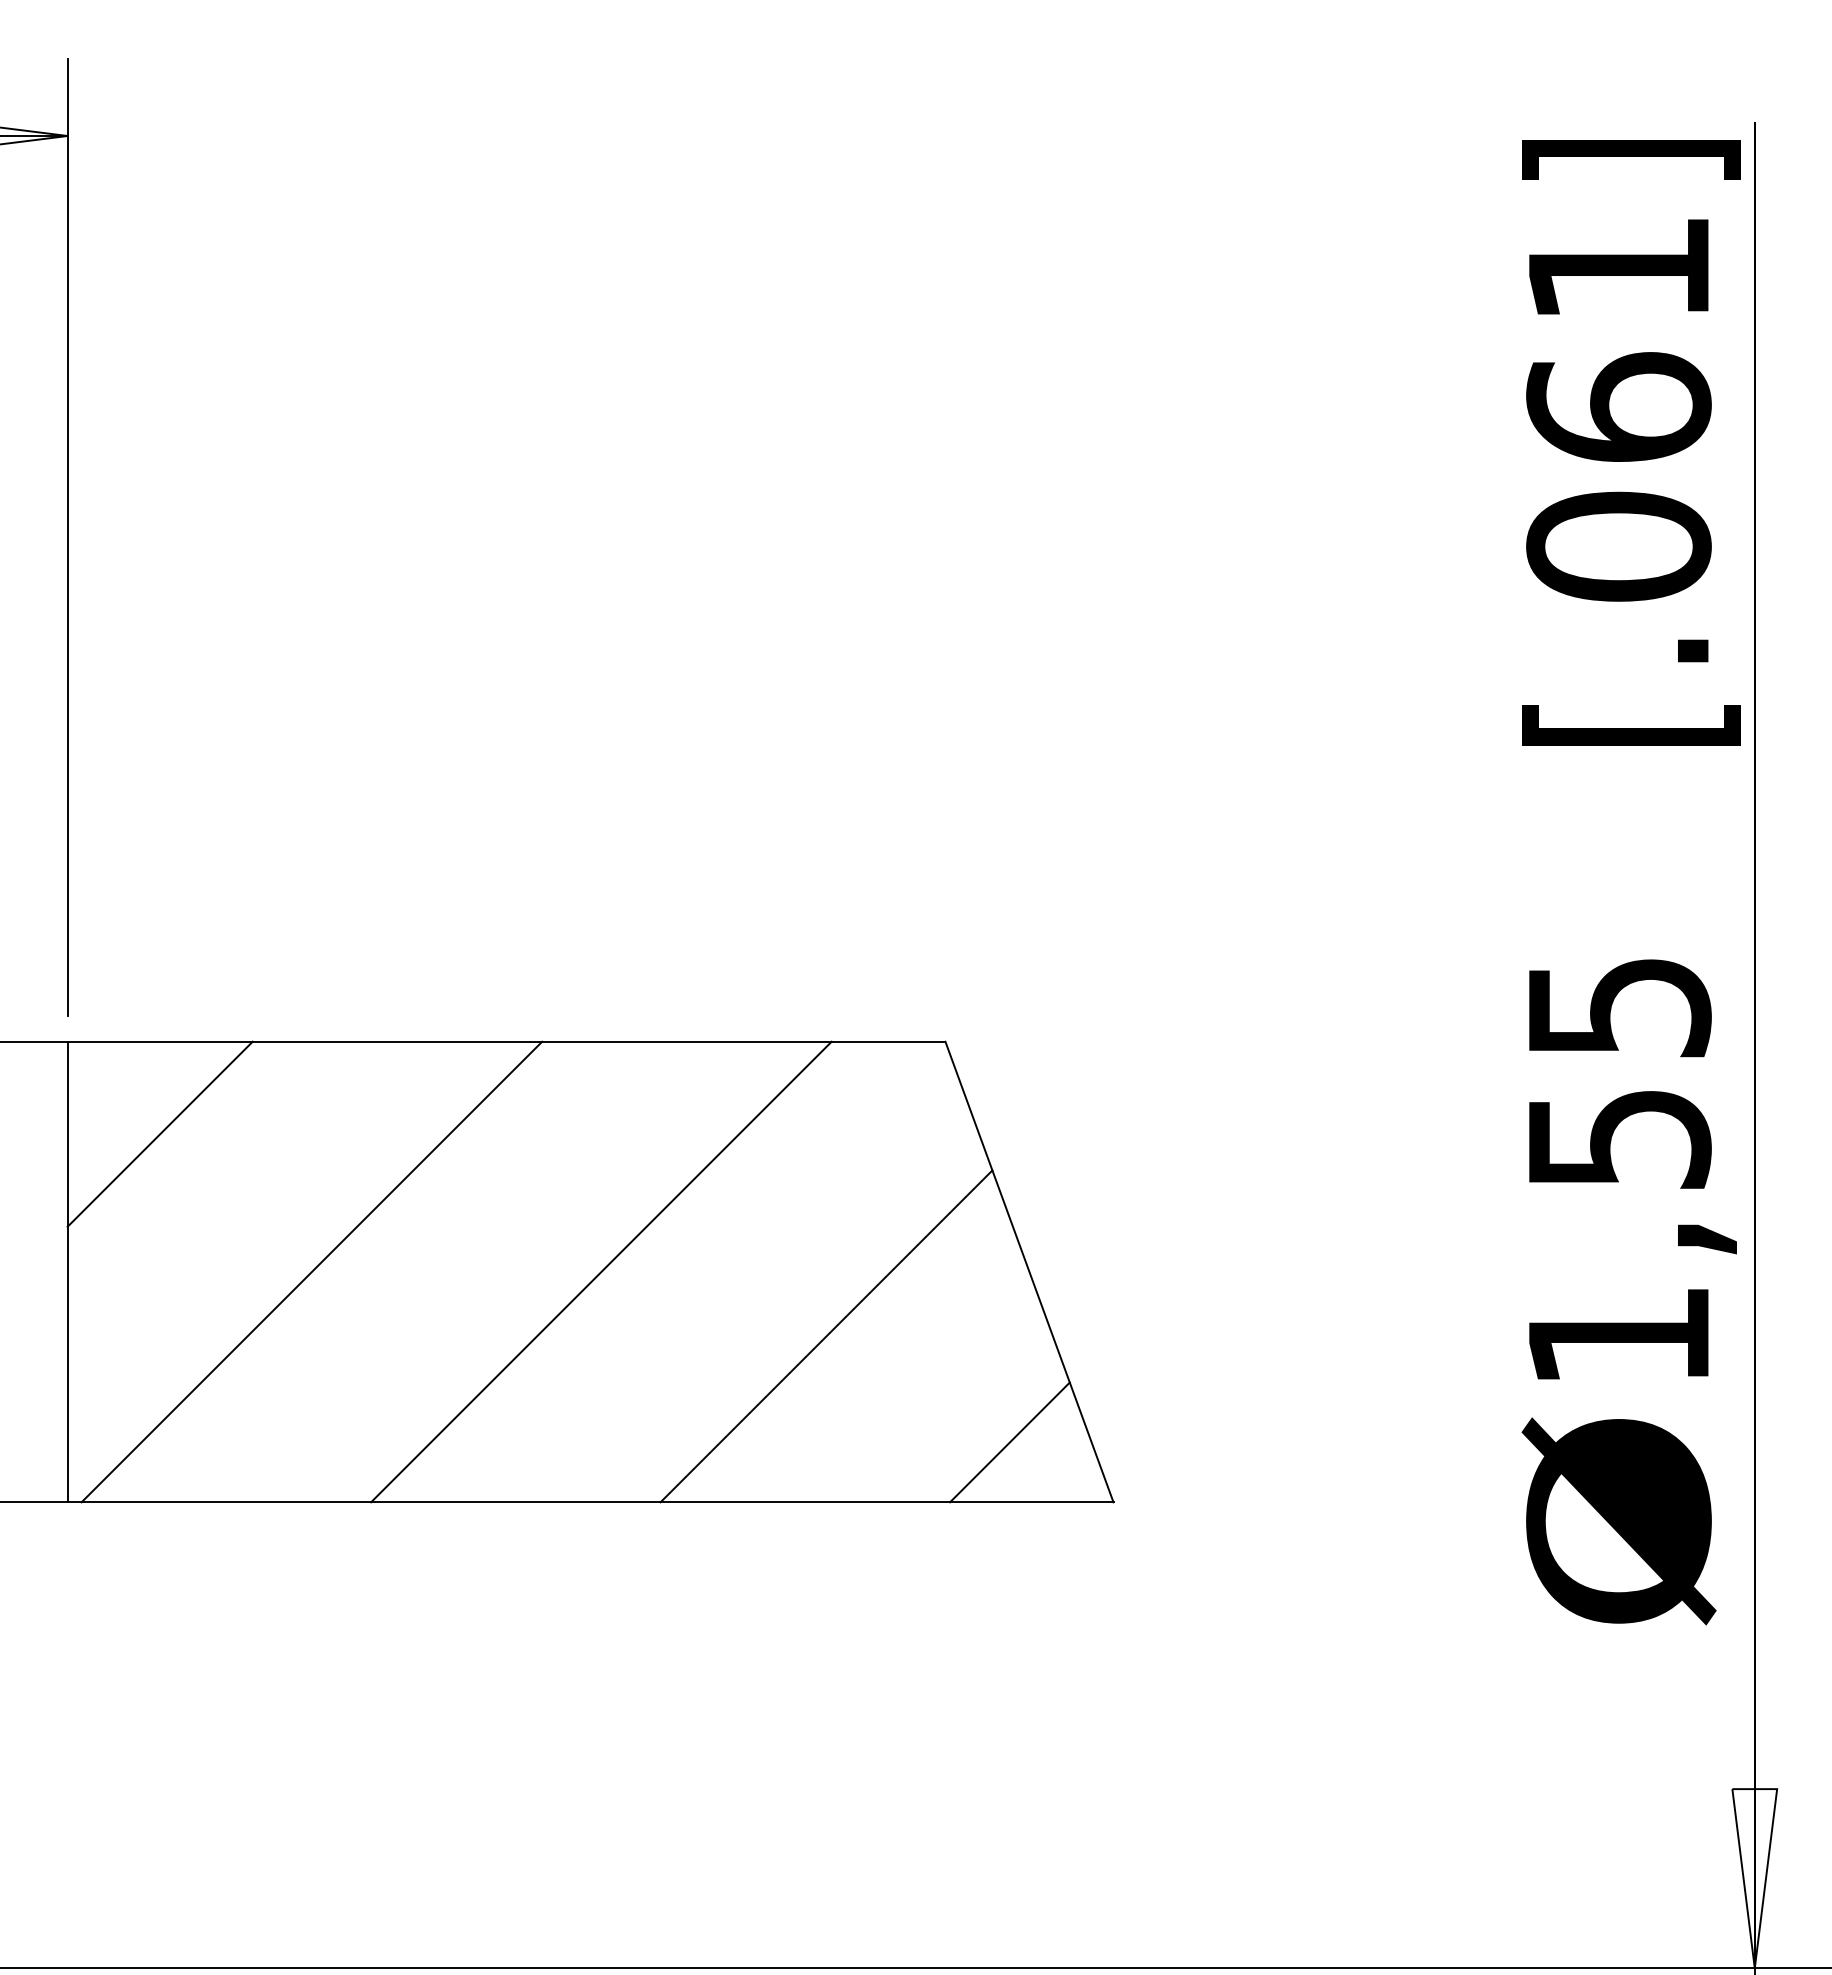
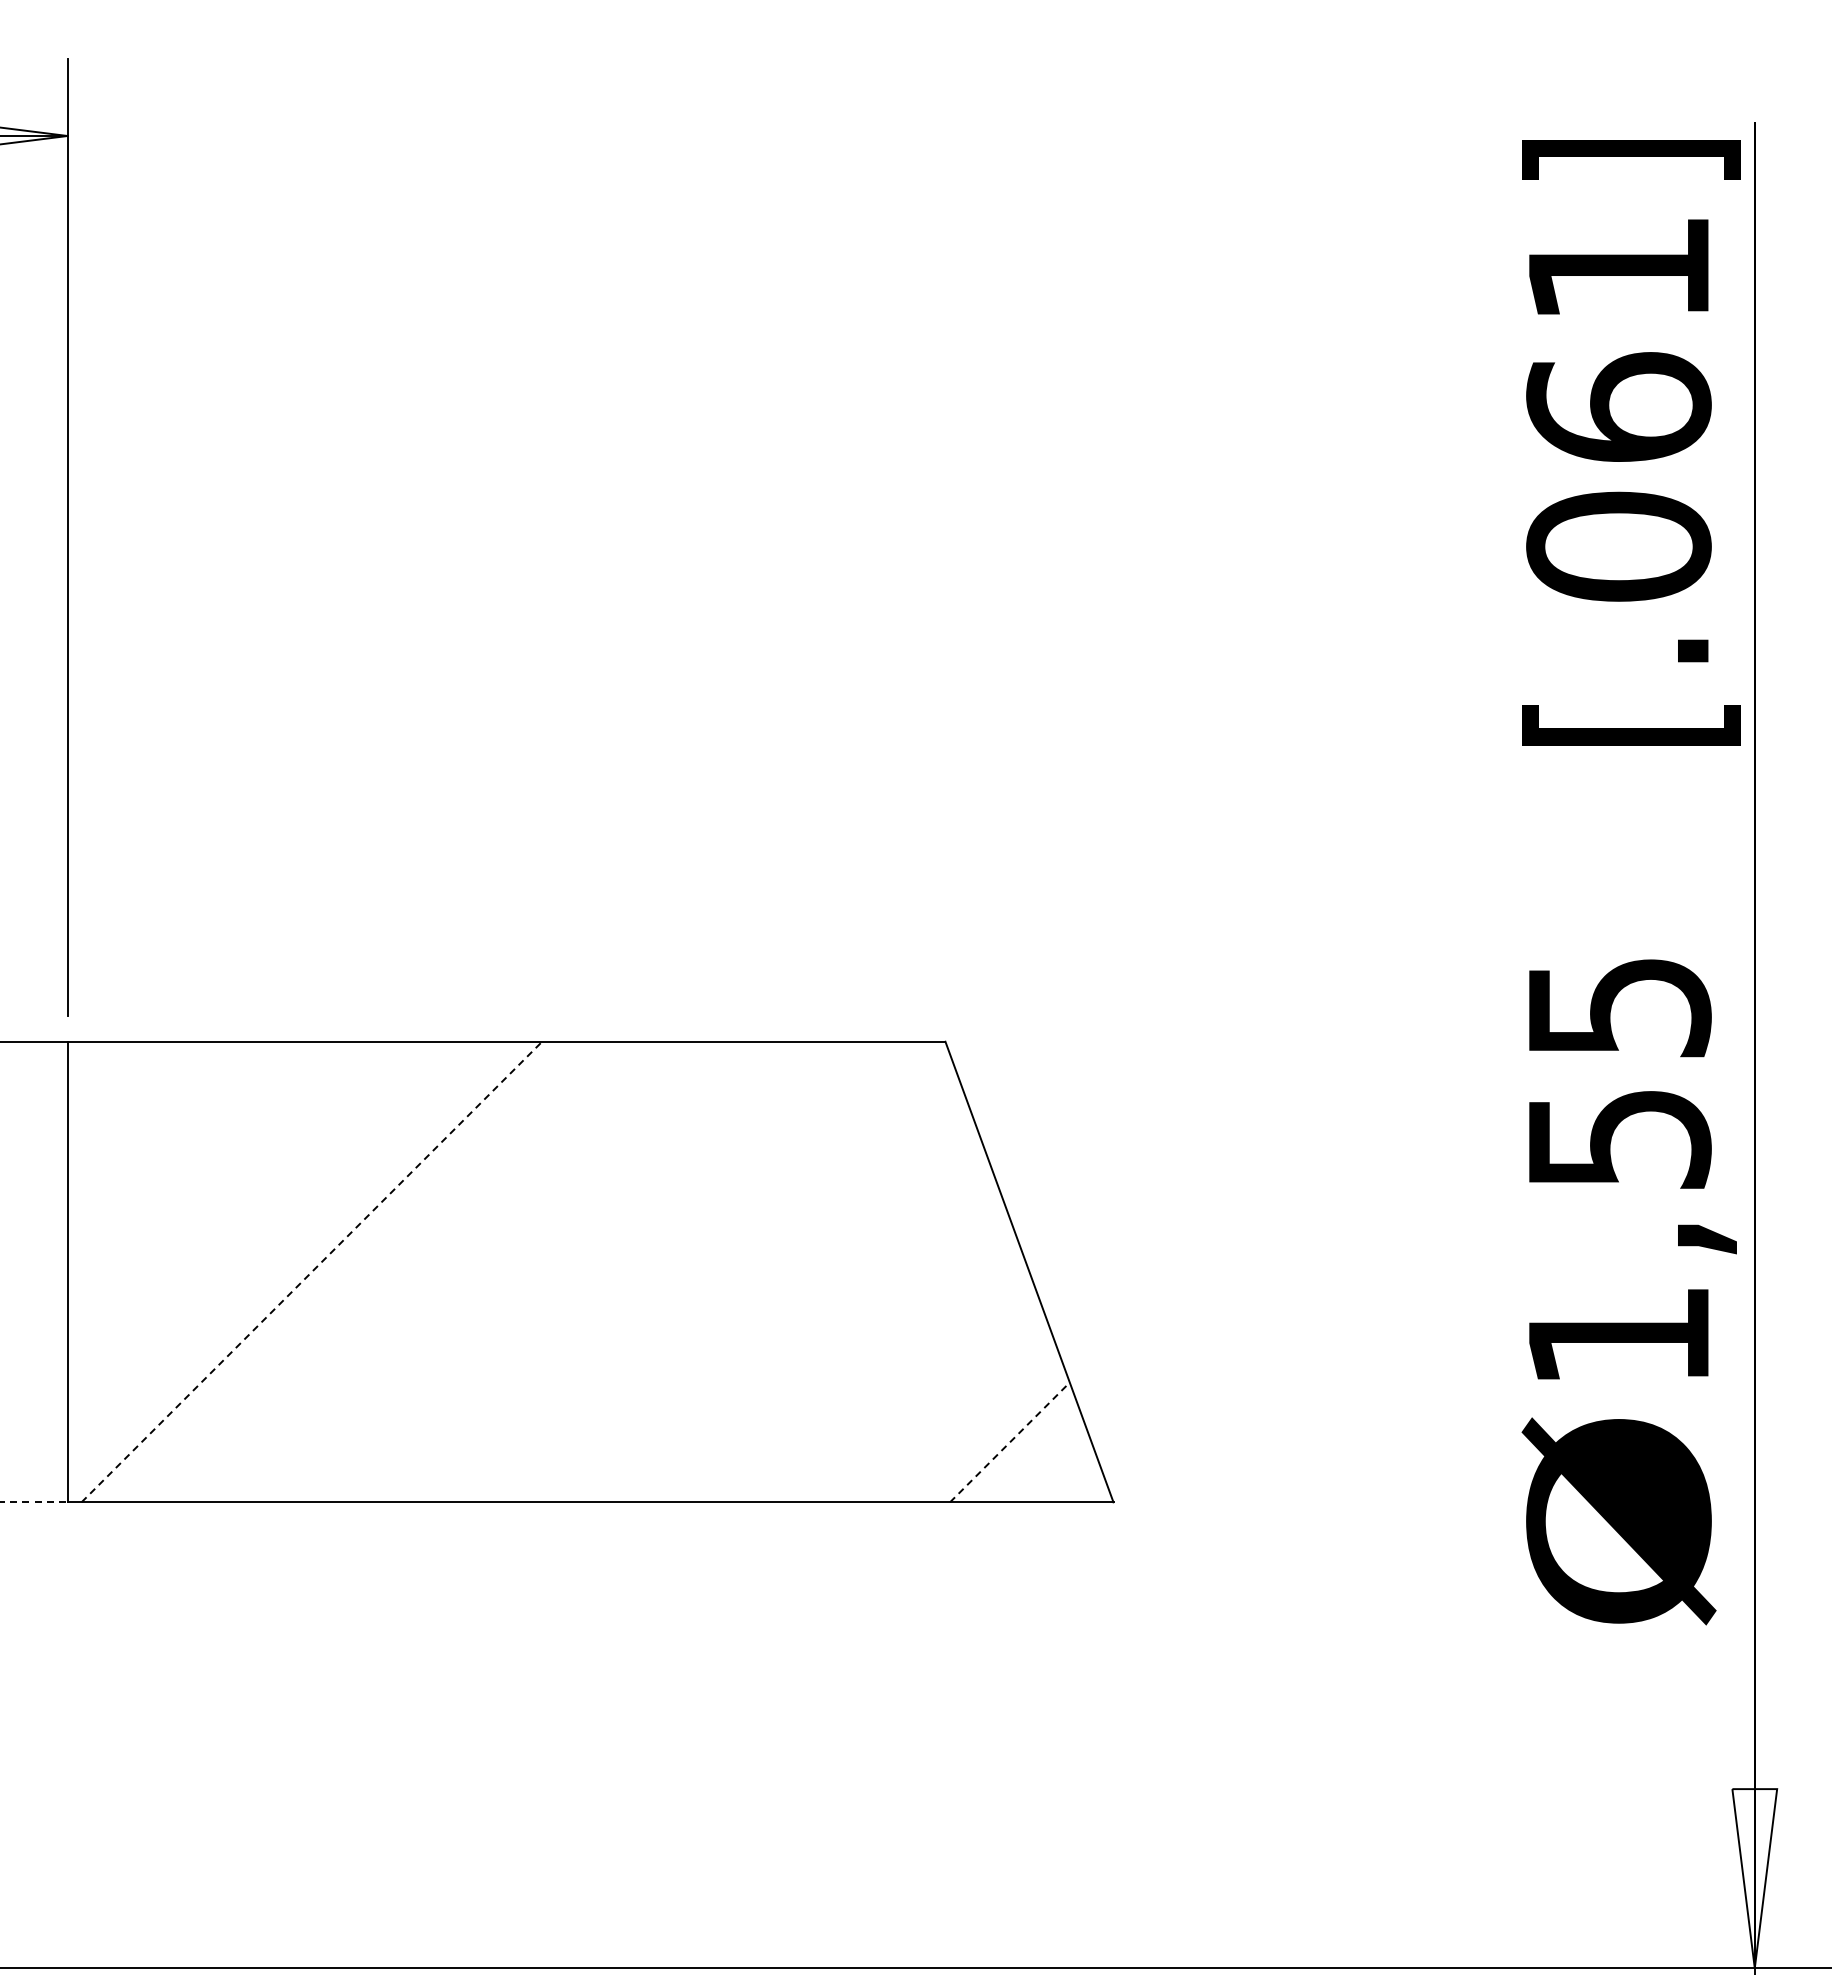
line at (159, 1133): present -> none
line at (601, 1271): present -> none
line at (311, 1272): solid -> dashed
line at (826, 1336): present -> none
line at (1009, 1442): solid -> dashed
line at (34, 1502): solid -> dashed
